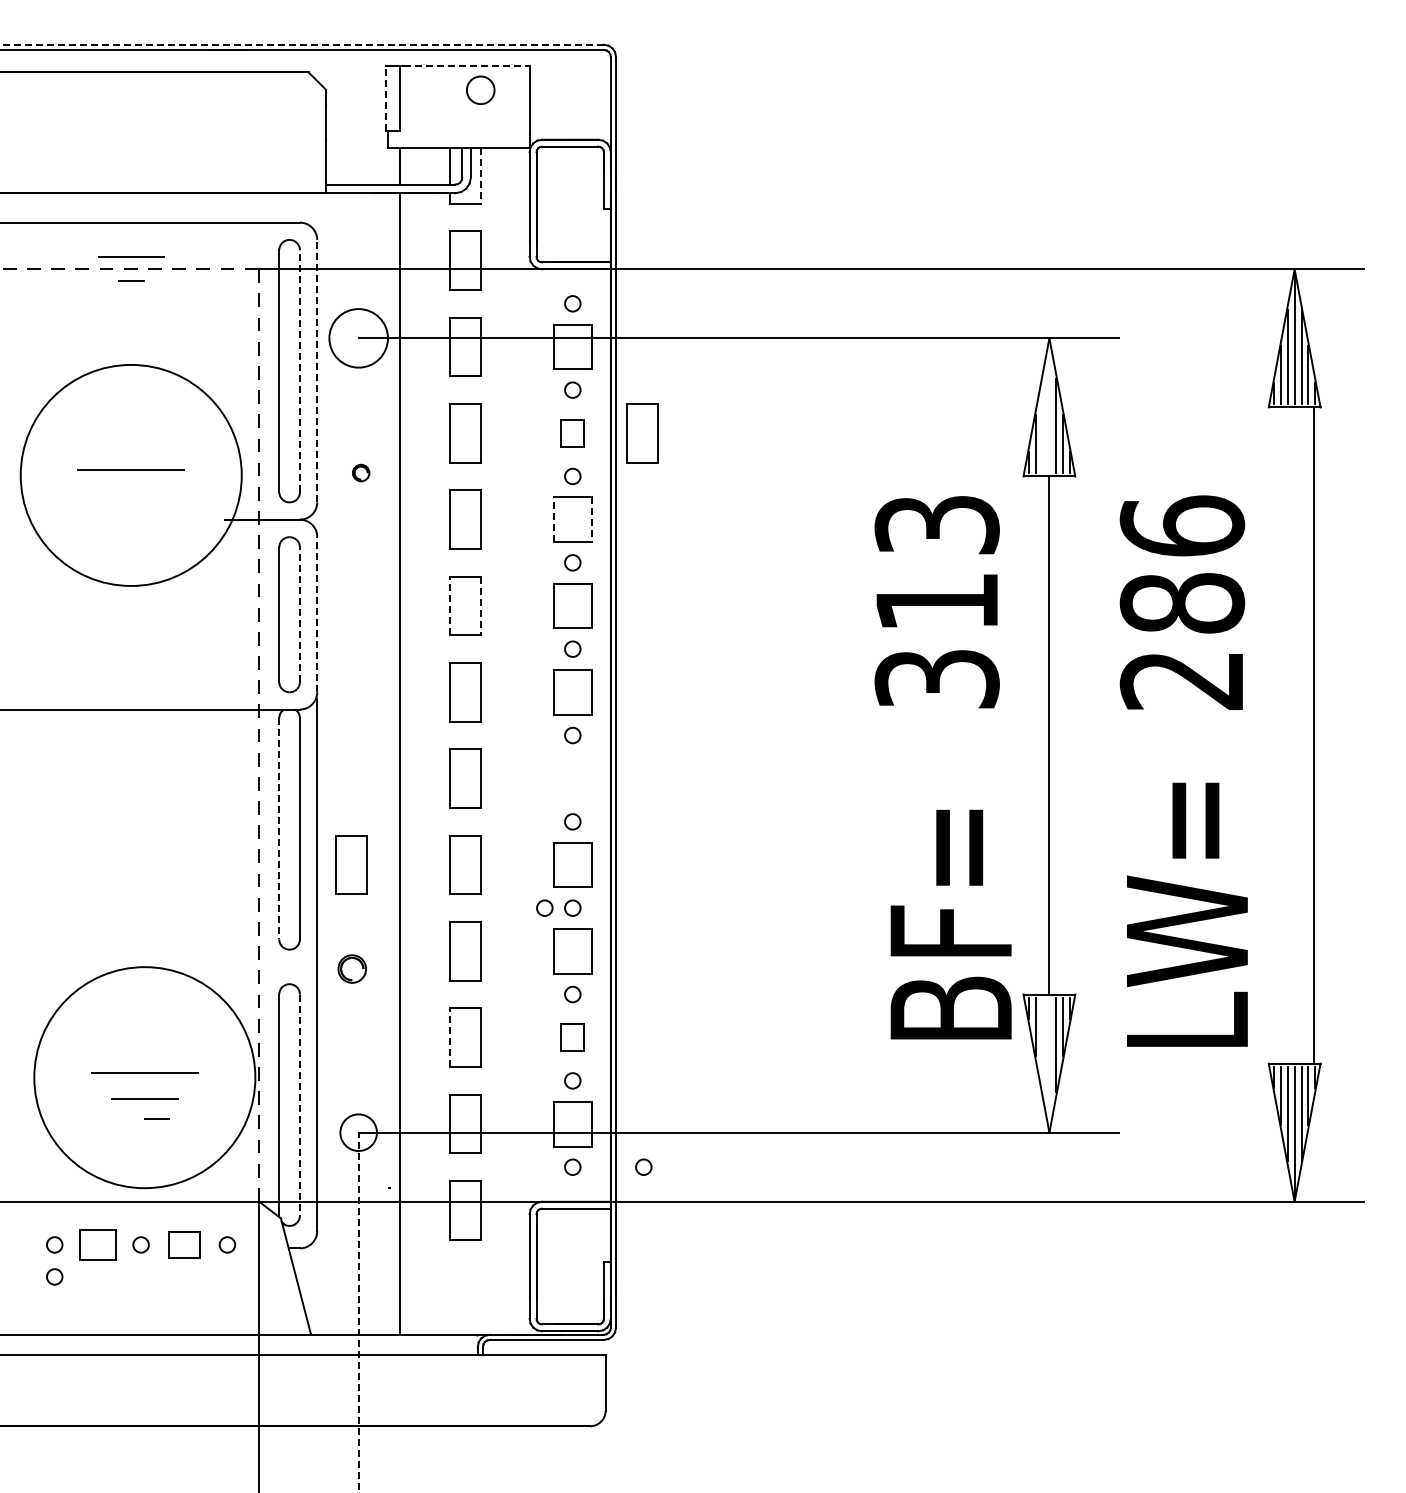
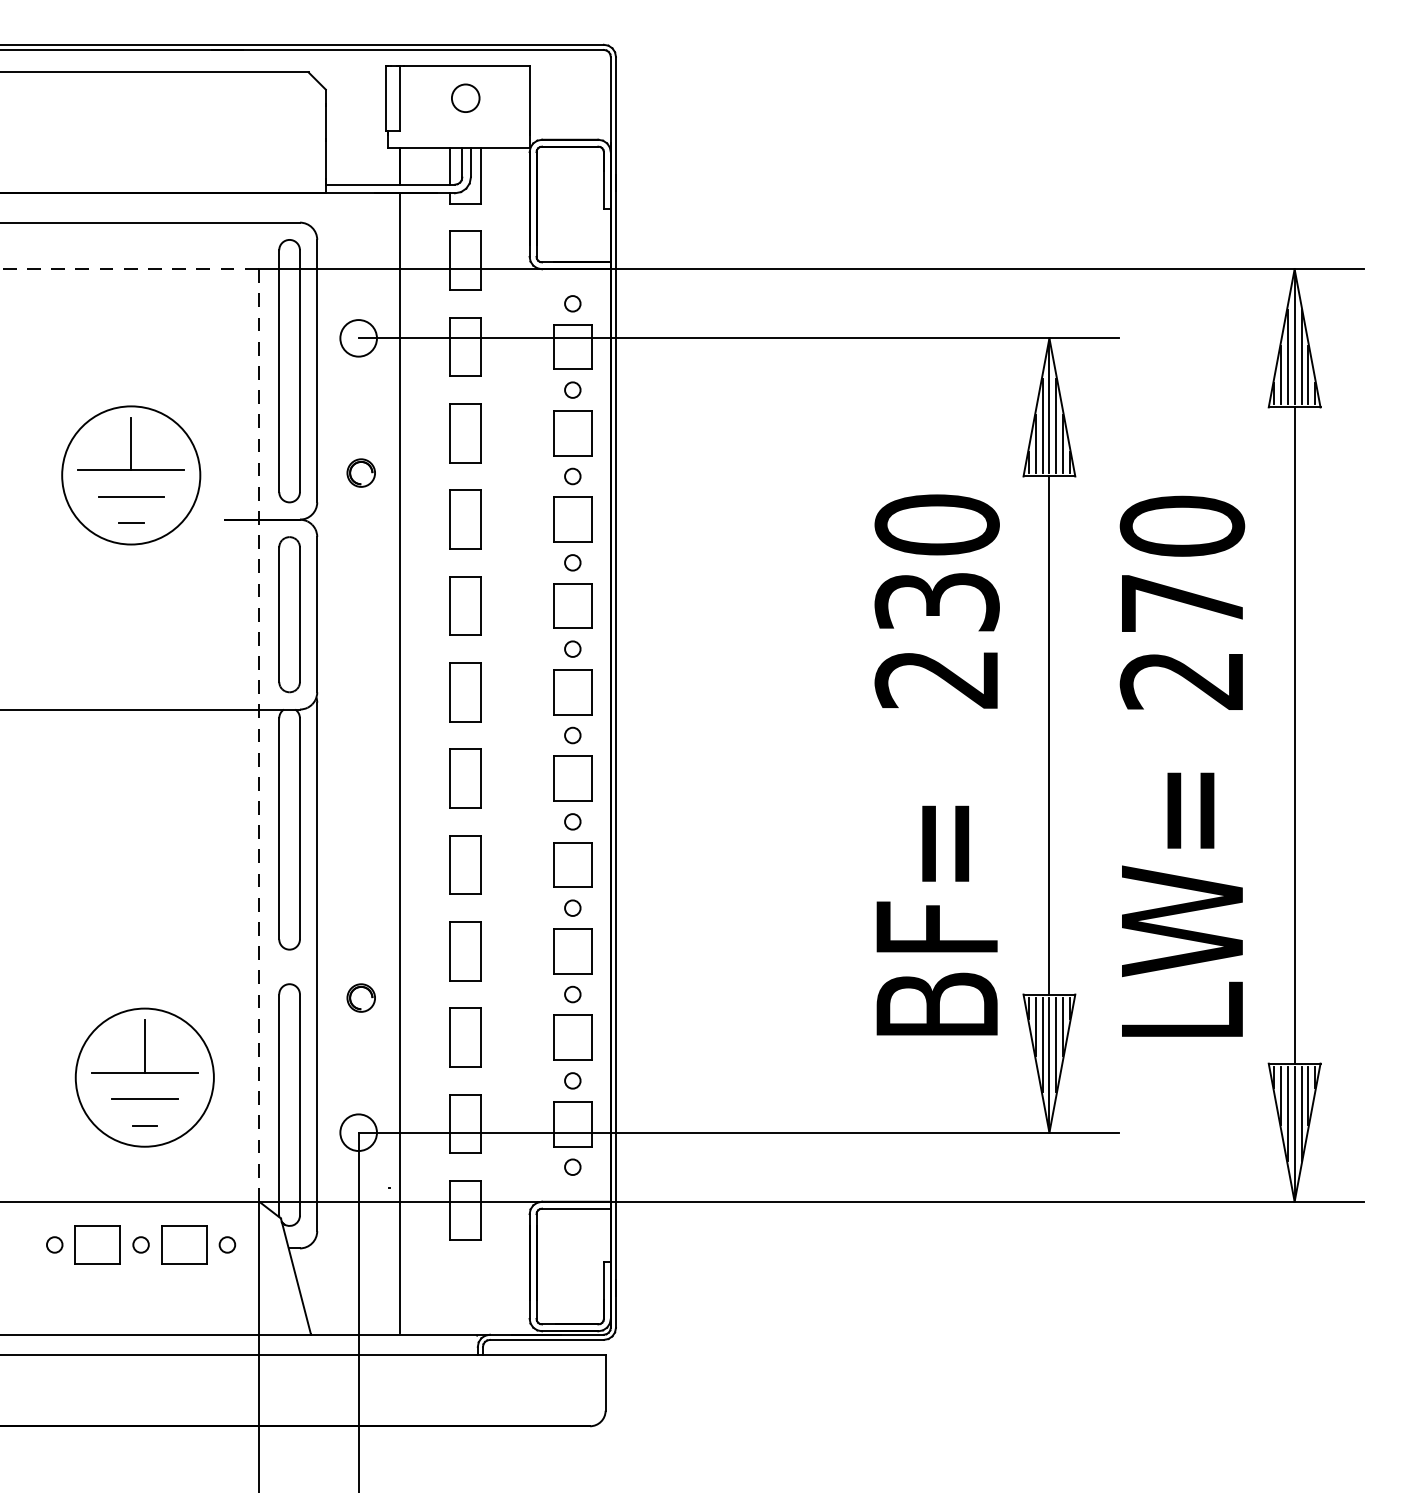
line at (301, 44): dashed -> solid
line at (467, 65): dashed -> solid
circle at (480, 89) position: (480, 89) -> (465, 97)
line at (386, 98): dashed -> solid
line at (481, 176): dashed -> solid
line at (131, 256) position: (131, 256) -> (131, 496)
line at (131, 280) position: (131, 280) -> (131, 522)
circle at (358, 338) diameter: 59 px -> 37 px
line at (317, 370): dashed -> solid
line at (299, 371): dashed -> solid
line at (1049, 407): none -> present
line at (1042, 425): none -> present
part at (572, 433) size: 25x29 px -> 40x47 px
part at (642, 433): present -> none
line at (131, 443): none -> present
part at (361, 472) size: 19x20 px -> 30x30 px
circle at (130, 474) diameter: 221 px -> 138 px
line at (553, 519): dashed -> solid
line at (591, 520): dashed -> solid
text at (1182, 564): 286 -> 270
text at (936, 601): 313 -> 230
line at (450, 605): dashed -> solid
line at (481, 606): dashed -> solid
line at (299, 614): dashed -> solid
line at (317, 614): dashed -> solid
line at (1313, 735) position: (1313, 735) -> (1294, 735)
part at (572, 778): none -> present
line at (279, 828): dashed -> solid
part at (351, 864): present -> none
circle at (544, 907): present -> none
text at (1187, 914) position: (1187, 914) -> (1182, 904)
text at (950, 924) position: (950, 924) -> (936, 920)
part at (351, 968) position: (351, 968) -> (360, 997)
line at (450, 1037): dashed -> solid
part at (572, 1037) size: 25x29 px -> 40x47 px
line at (144, 1045): none -> present
line at (1042, 1045): none -> present
line at (1049, 1063): none -> present
circle at (144, 1077) diameter: 221 px -> 138 px
line at (299, 1105): dashed -> solid
line at (156, 1118) position: (156, 1118) -> (144, 1125)
circle at (643, 1166): present -> none
part at (97, 1244) size: 38x32 px -> 47x40 px
part at (184, 1244) size: 33x28 px -> 47x40 px
circle at (54, 1276): present -> none
line at (358, 1312): dashed -> solid
